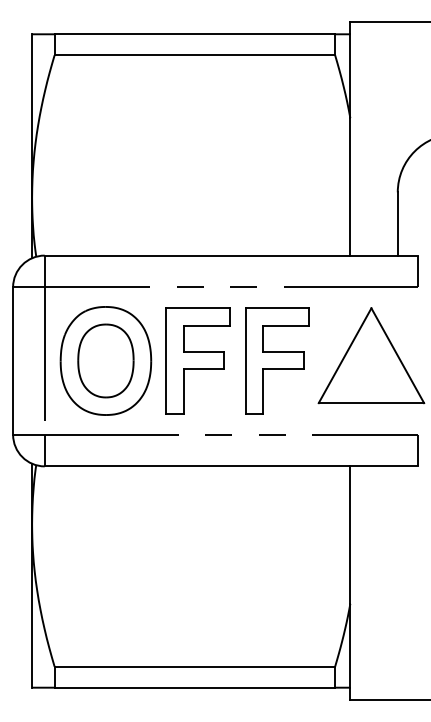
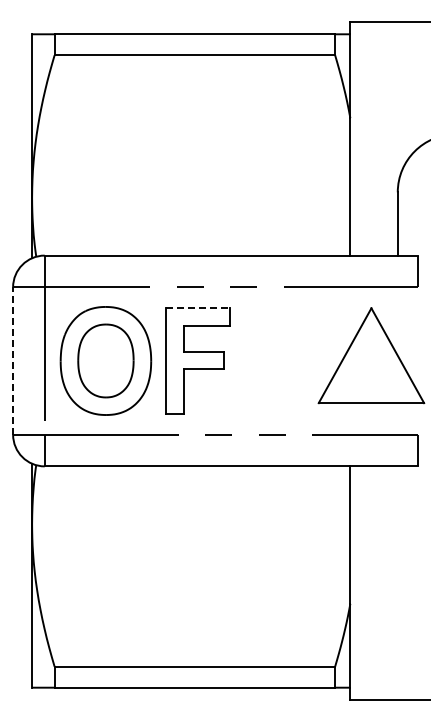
line at (197, 308): solid -> dashed
part at (277, 360): present -> none
line at (13, 361): solid -> dashed
